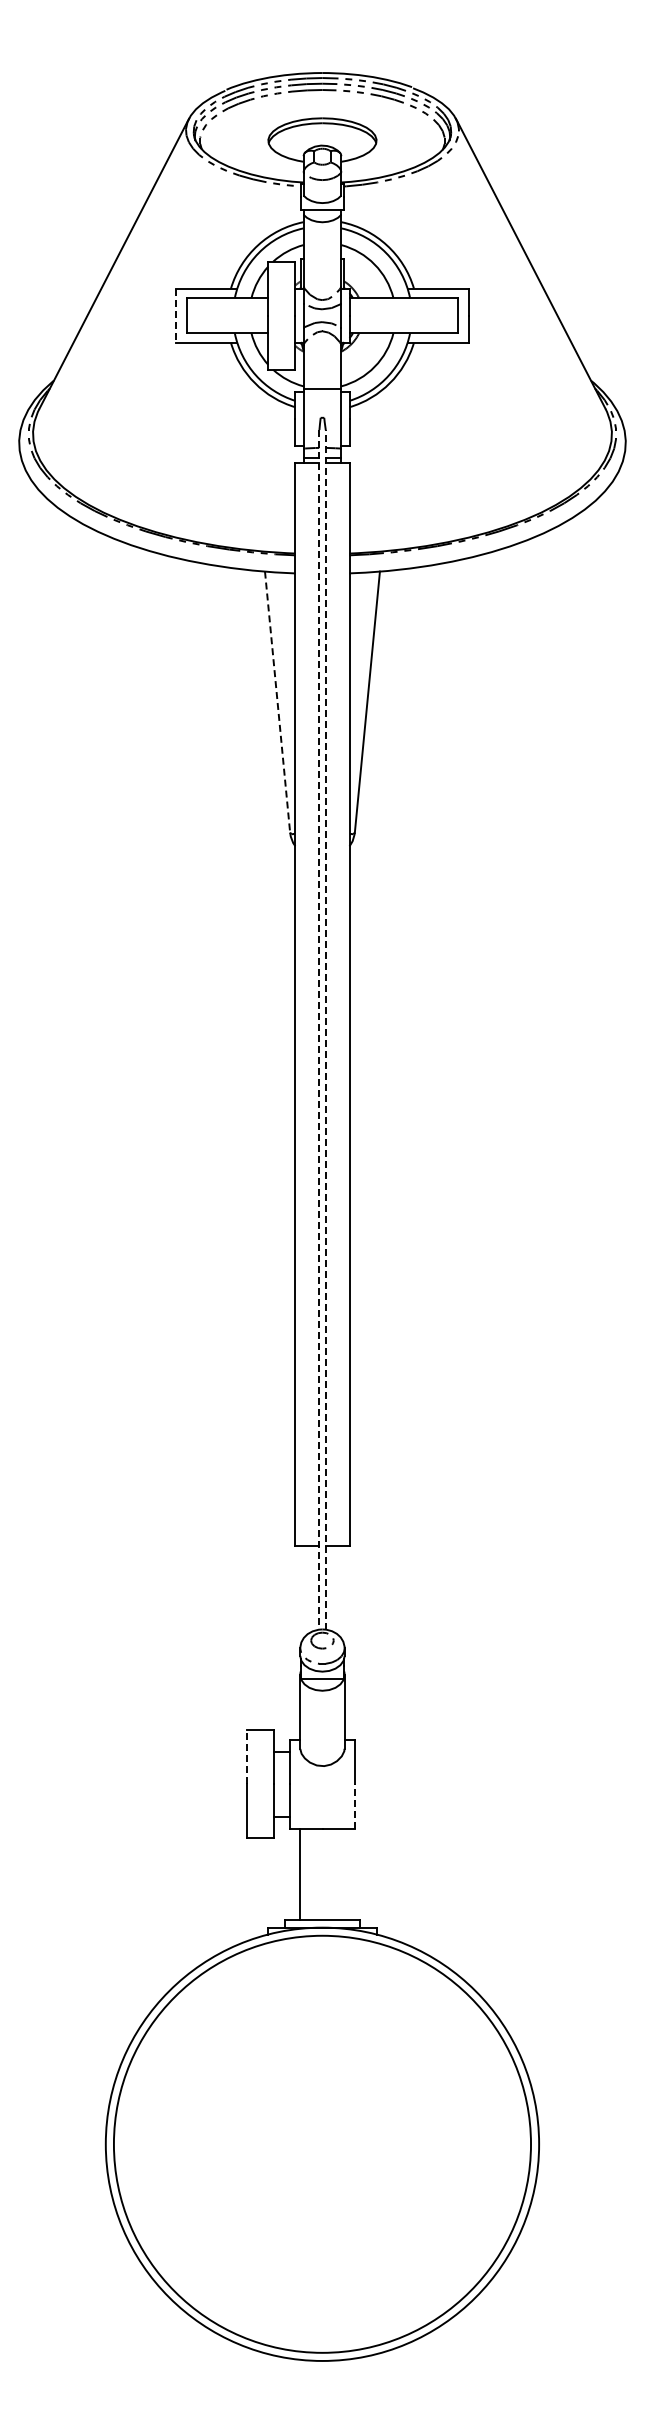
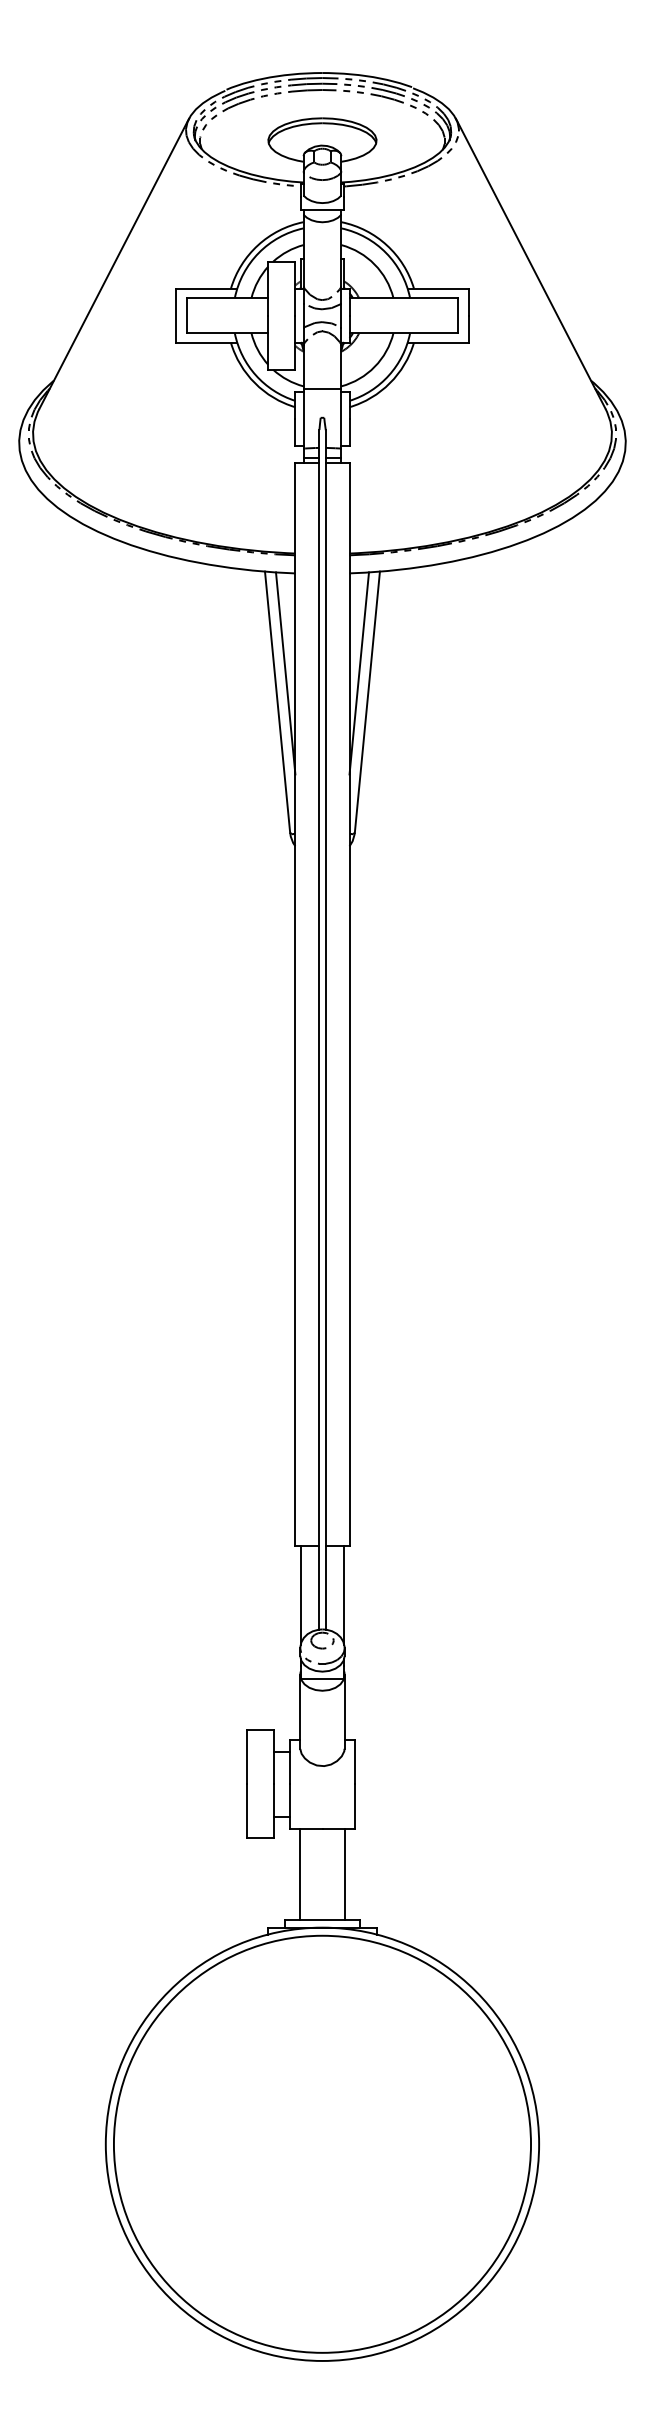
line at (176, 316): dashed -> solid
line at (285, 673): none -> present
line at (359, 673): none -> present
line at (277, 702): dashed -> solid
line at (319, 1029): dashed -> solid
line at (325, 1029): dashed -> solid
line at (300, 1594): none -> present
line at (344, 1594): none -> present
line at (246, 1756): dashed -> solid
line at (354, 1805): dashed -> solid
line at (344, 1873): none -> present
